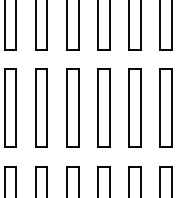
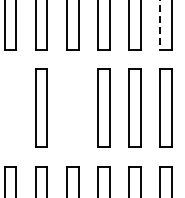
line at (160, 25): solid -> dashed
part at (10, 107): present -> none
part at (72, 107): present -> none
